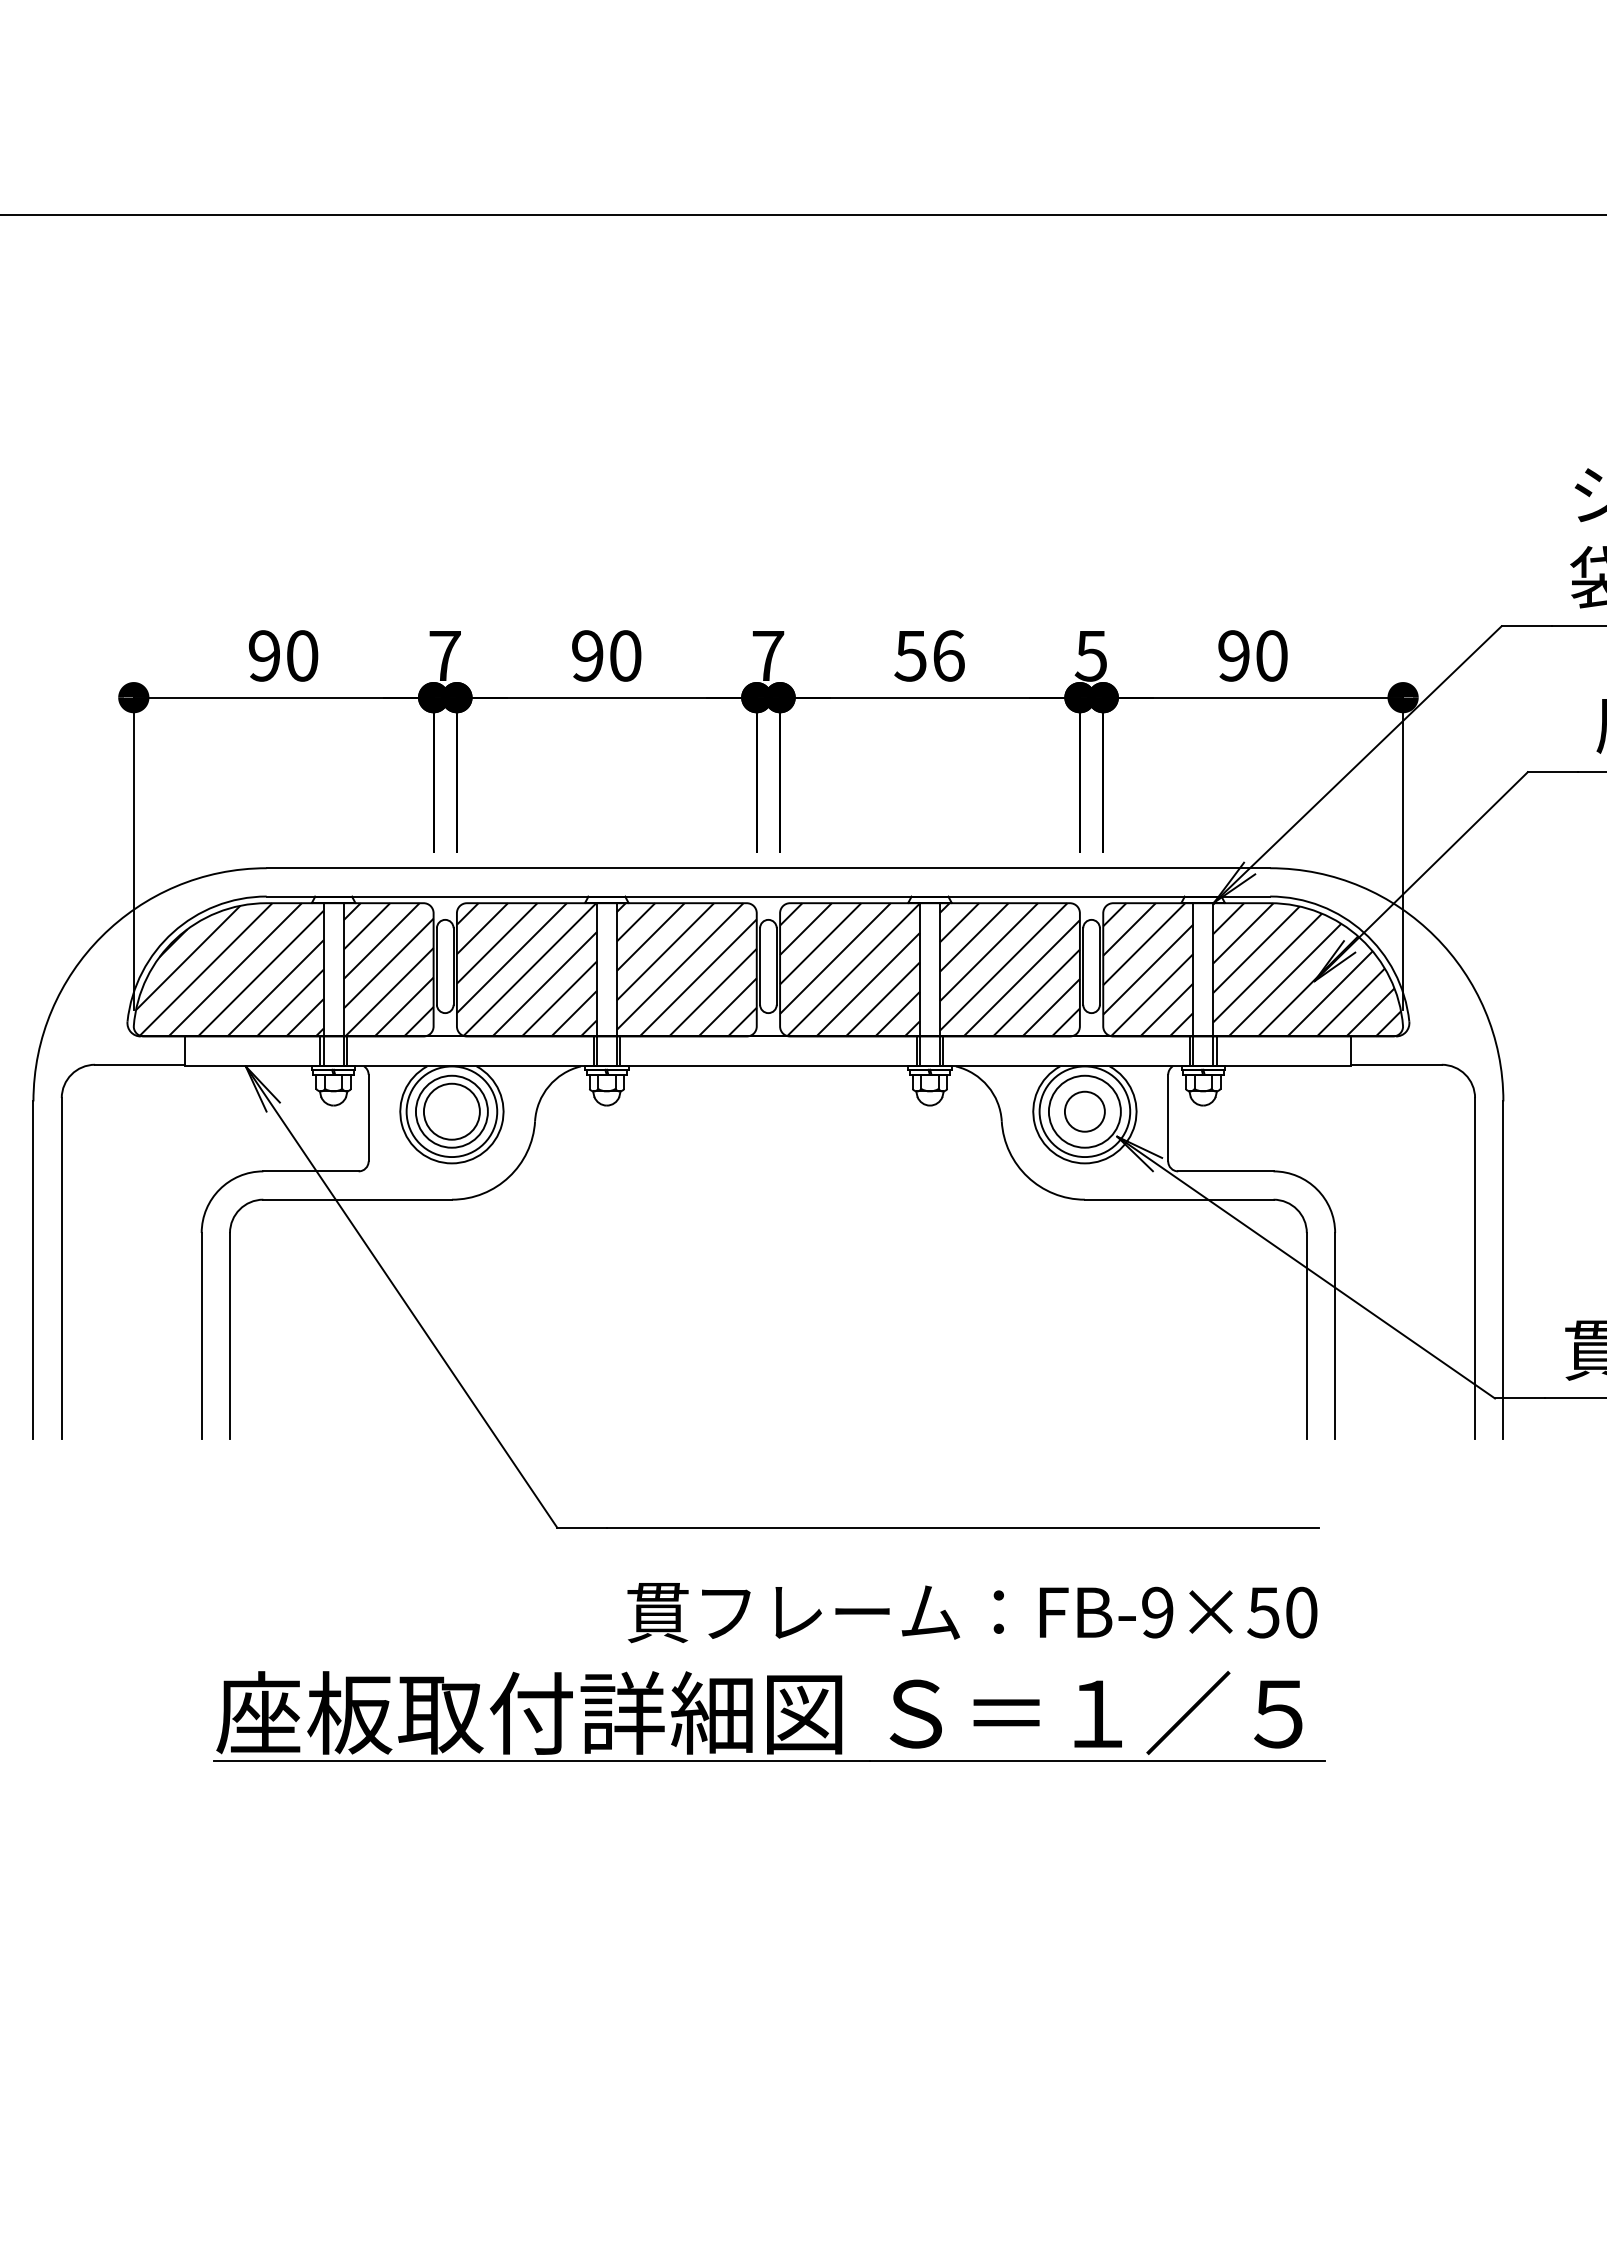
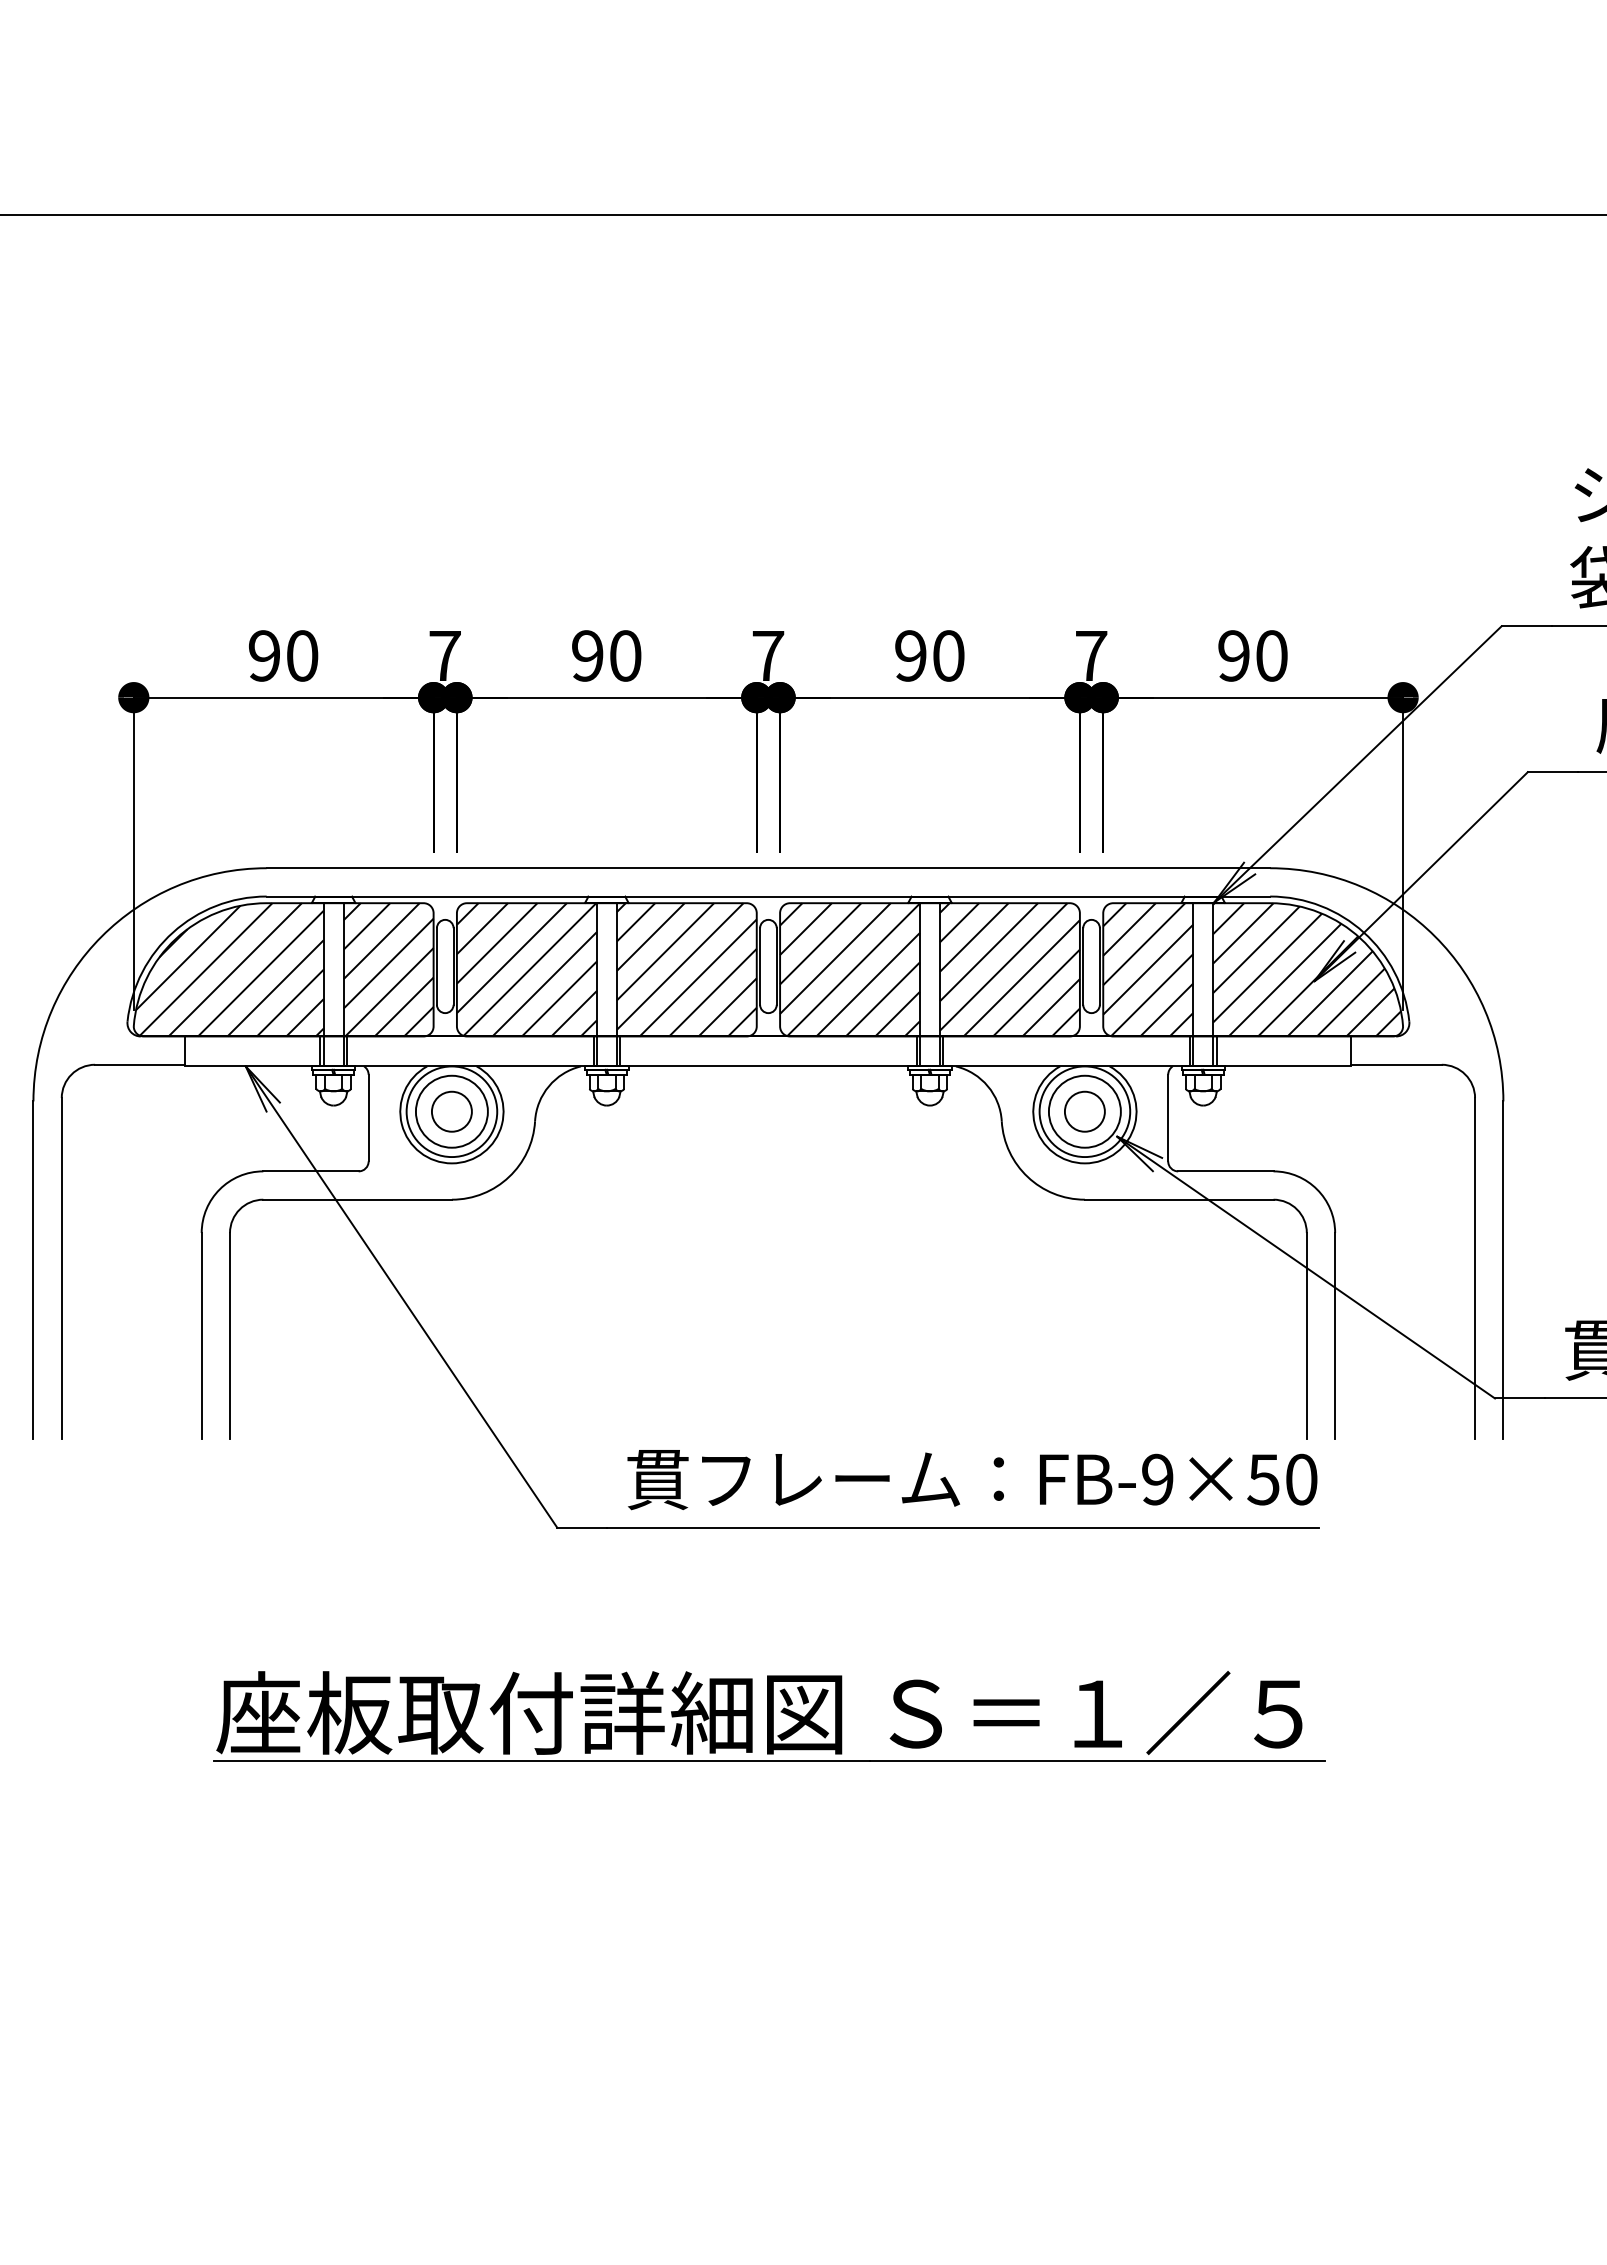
text at (929, 655): 56 -> 90
text at (1090, 656): 5 -> 7
circle at (451, 1111) diameter: 56 px -> 40 px
text at (972, 1613) position: (972, 1613) -> (972, 1480)
